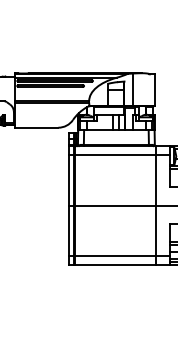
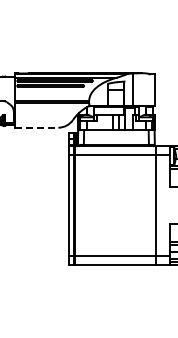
line at (36, 127): solid -> dashed
line at (121, 205): present -> none
